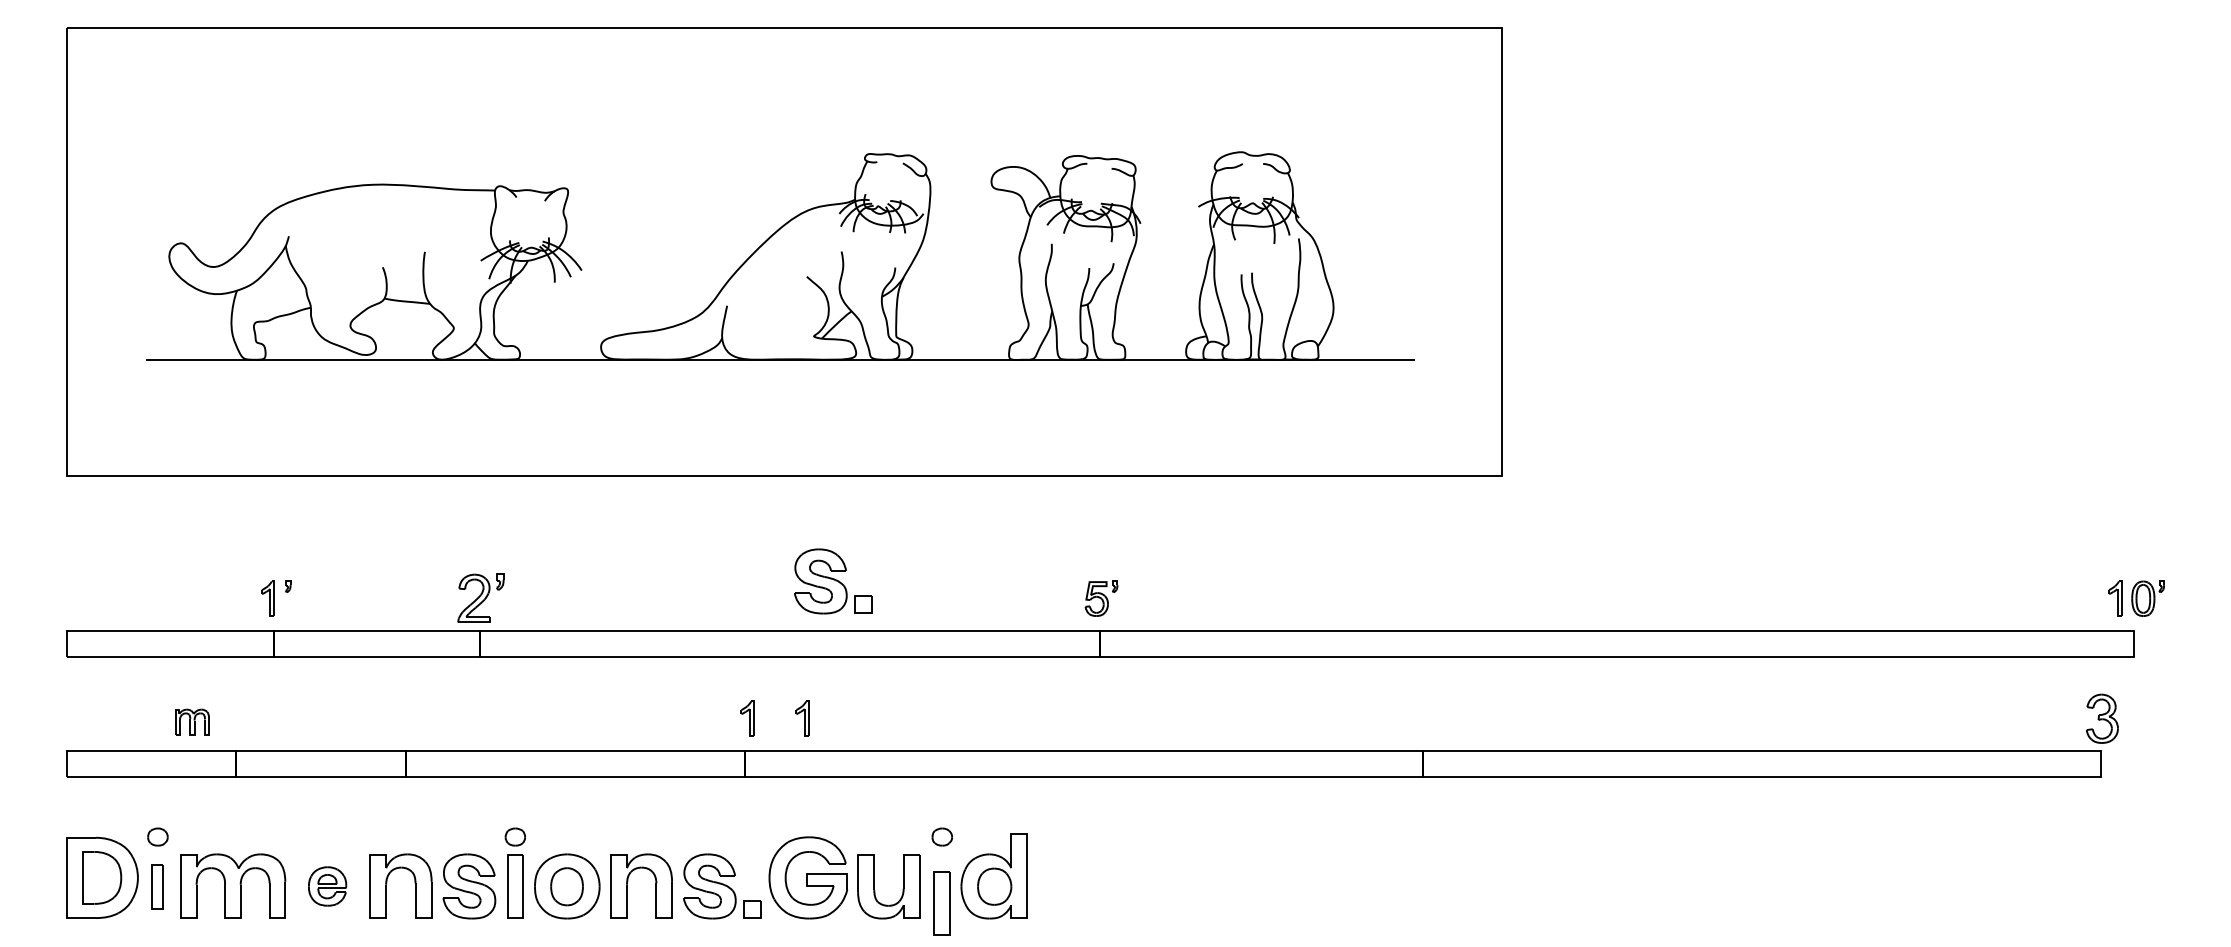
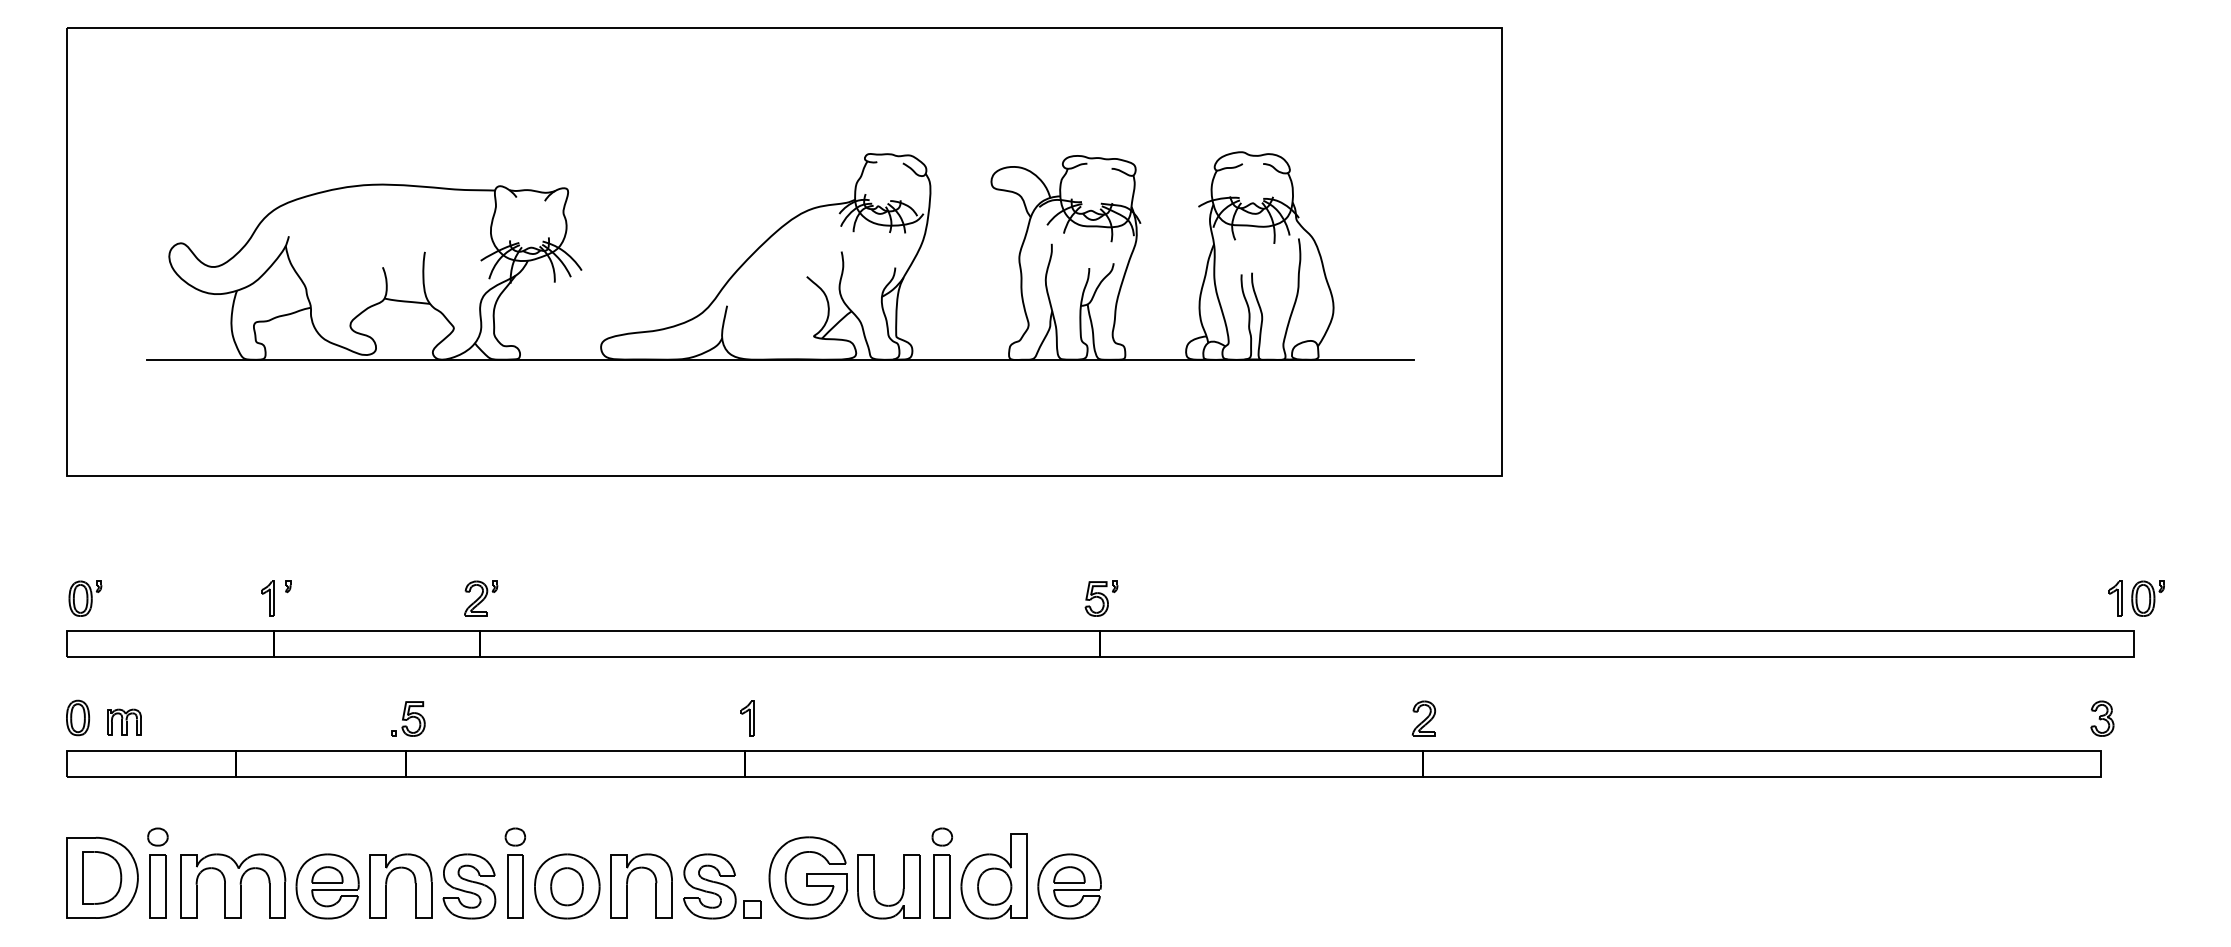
part at (833, 581): present -> none
part at (480, 597) size: 48x50 px -> 35x37 px
part at (85, 598): none -> present
part at (78, 717): none -> present
part at (408, 718): none -> present
part at (802, 718): present -> none
part at (1423, 718): none -> present
part at (2102, 718) size: 33x51 px -> 25x37 px
part at (192, 721) position: (192, 721) -> (124, 721)
part at (157, 886) size: 13x46 px -> 18x65 px
part at (327, 886) size: 40x41 px -> 65x67 px
part at (1069, 886): none -> present
part at (941, 903) position: (941, 903) -> (941, 886)
